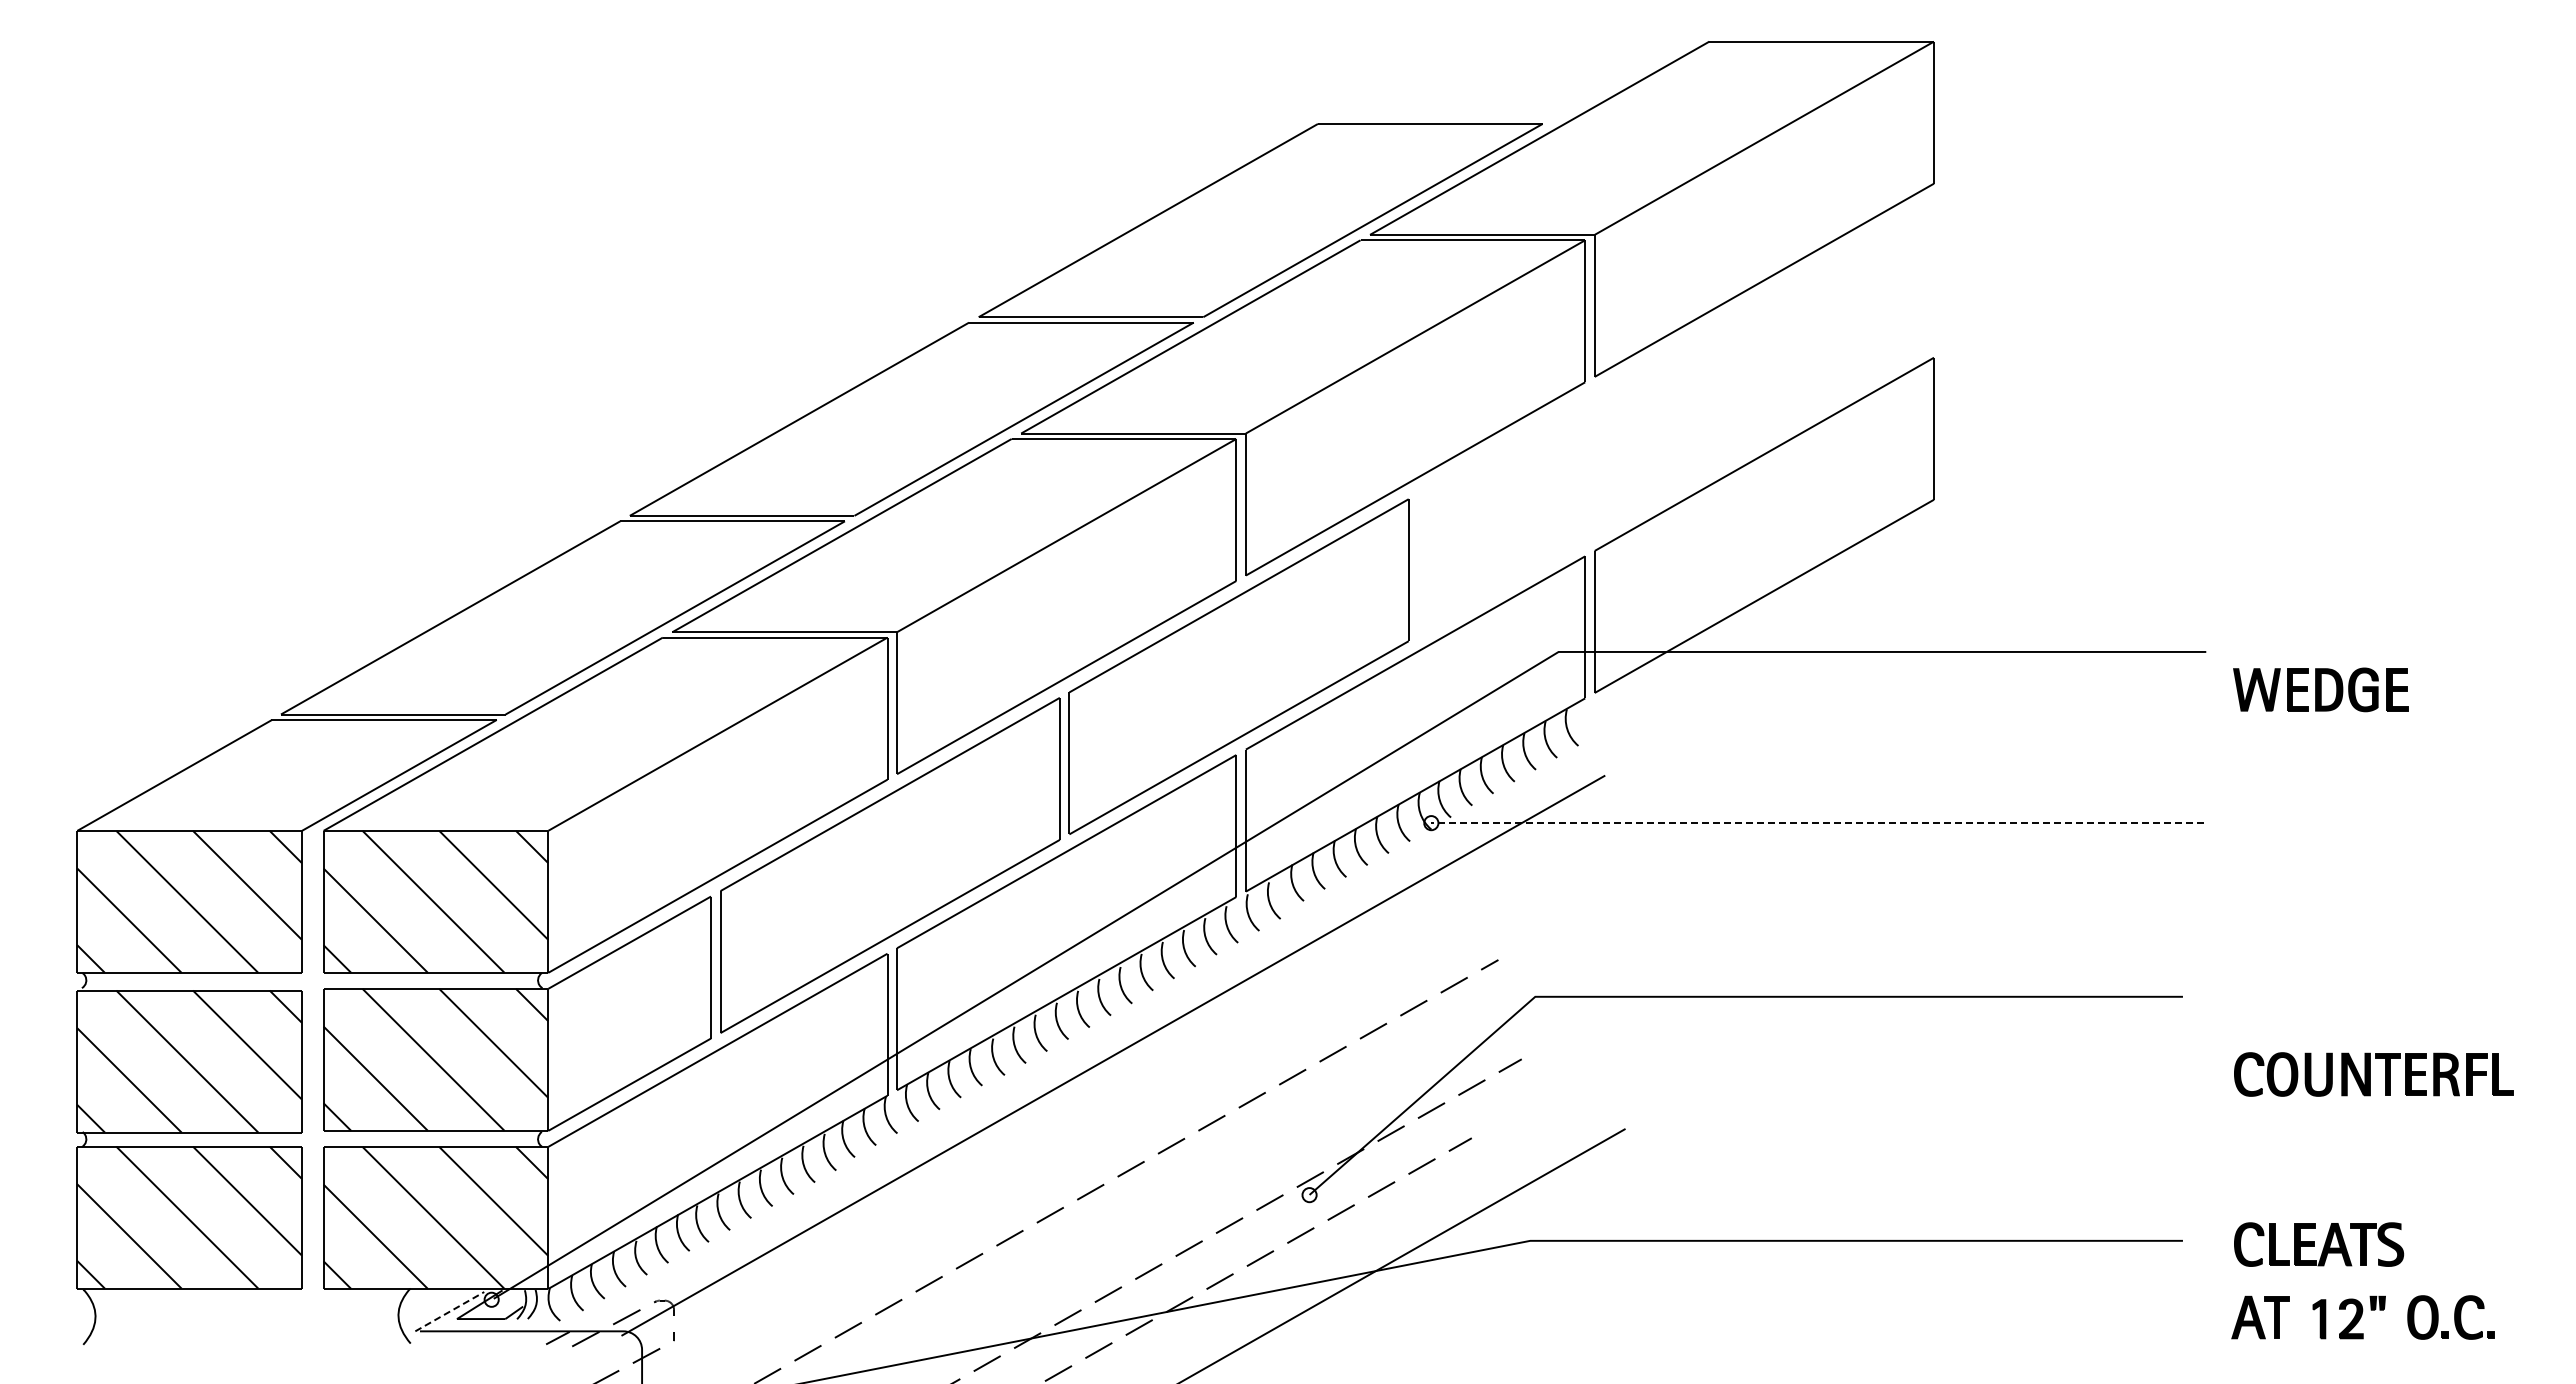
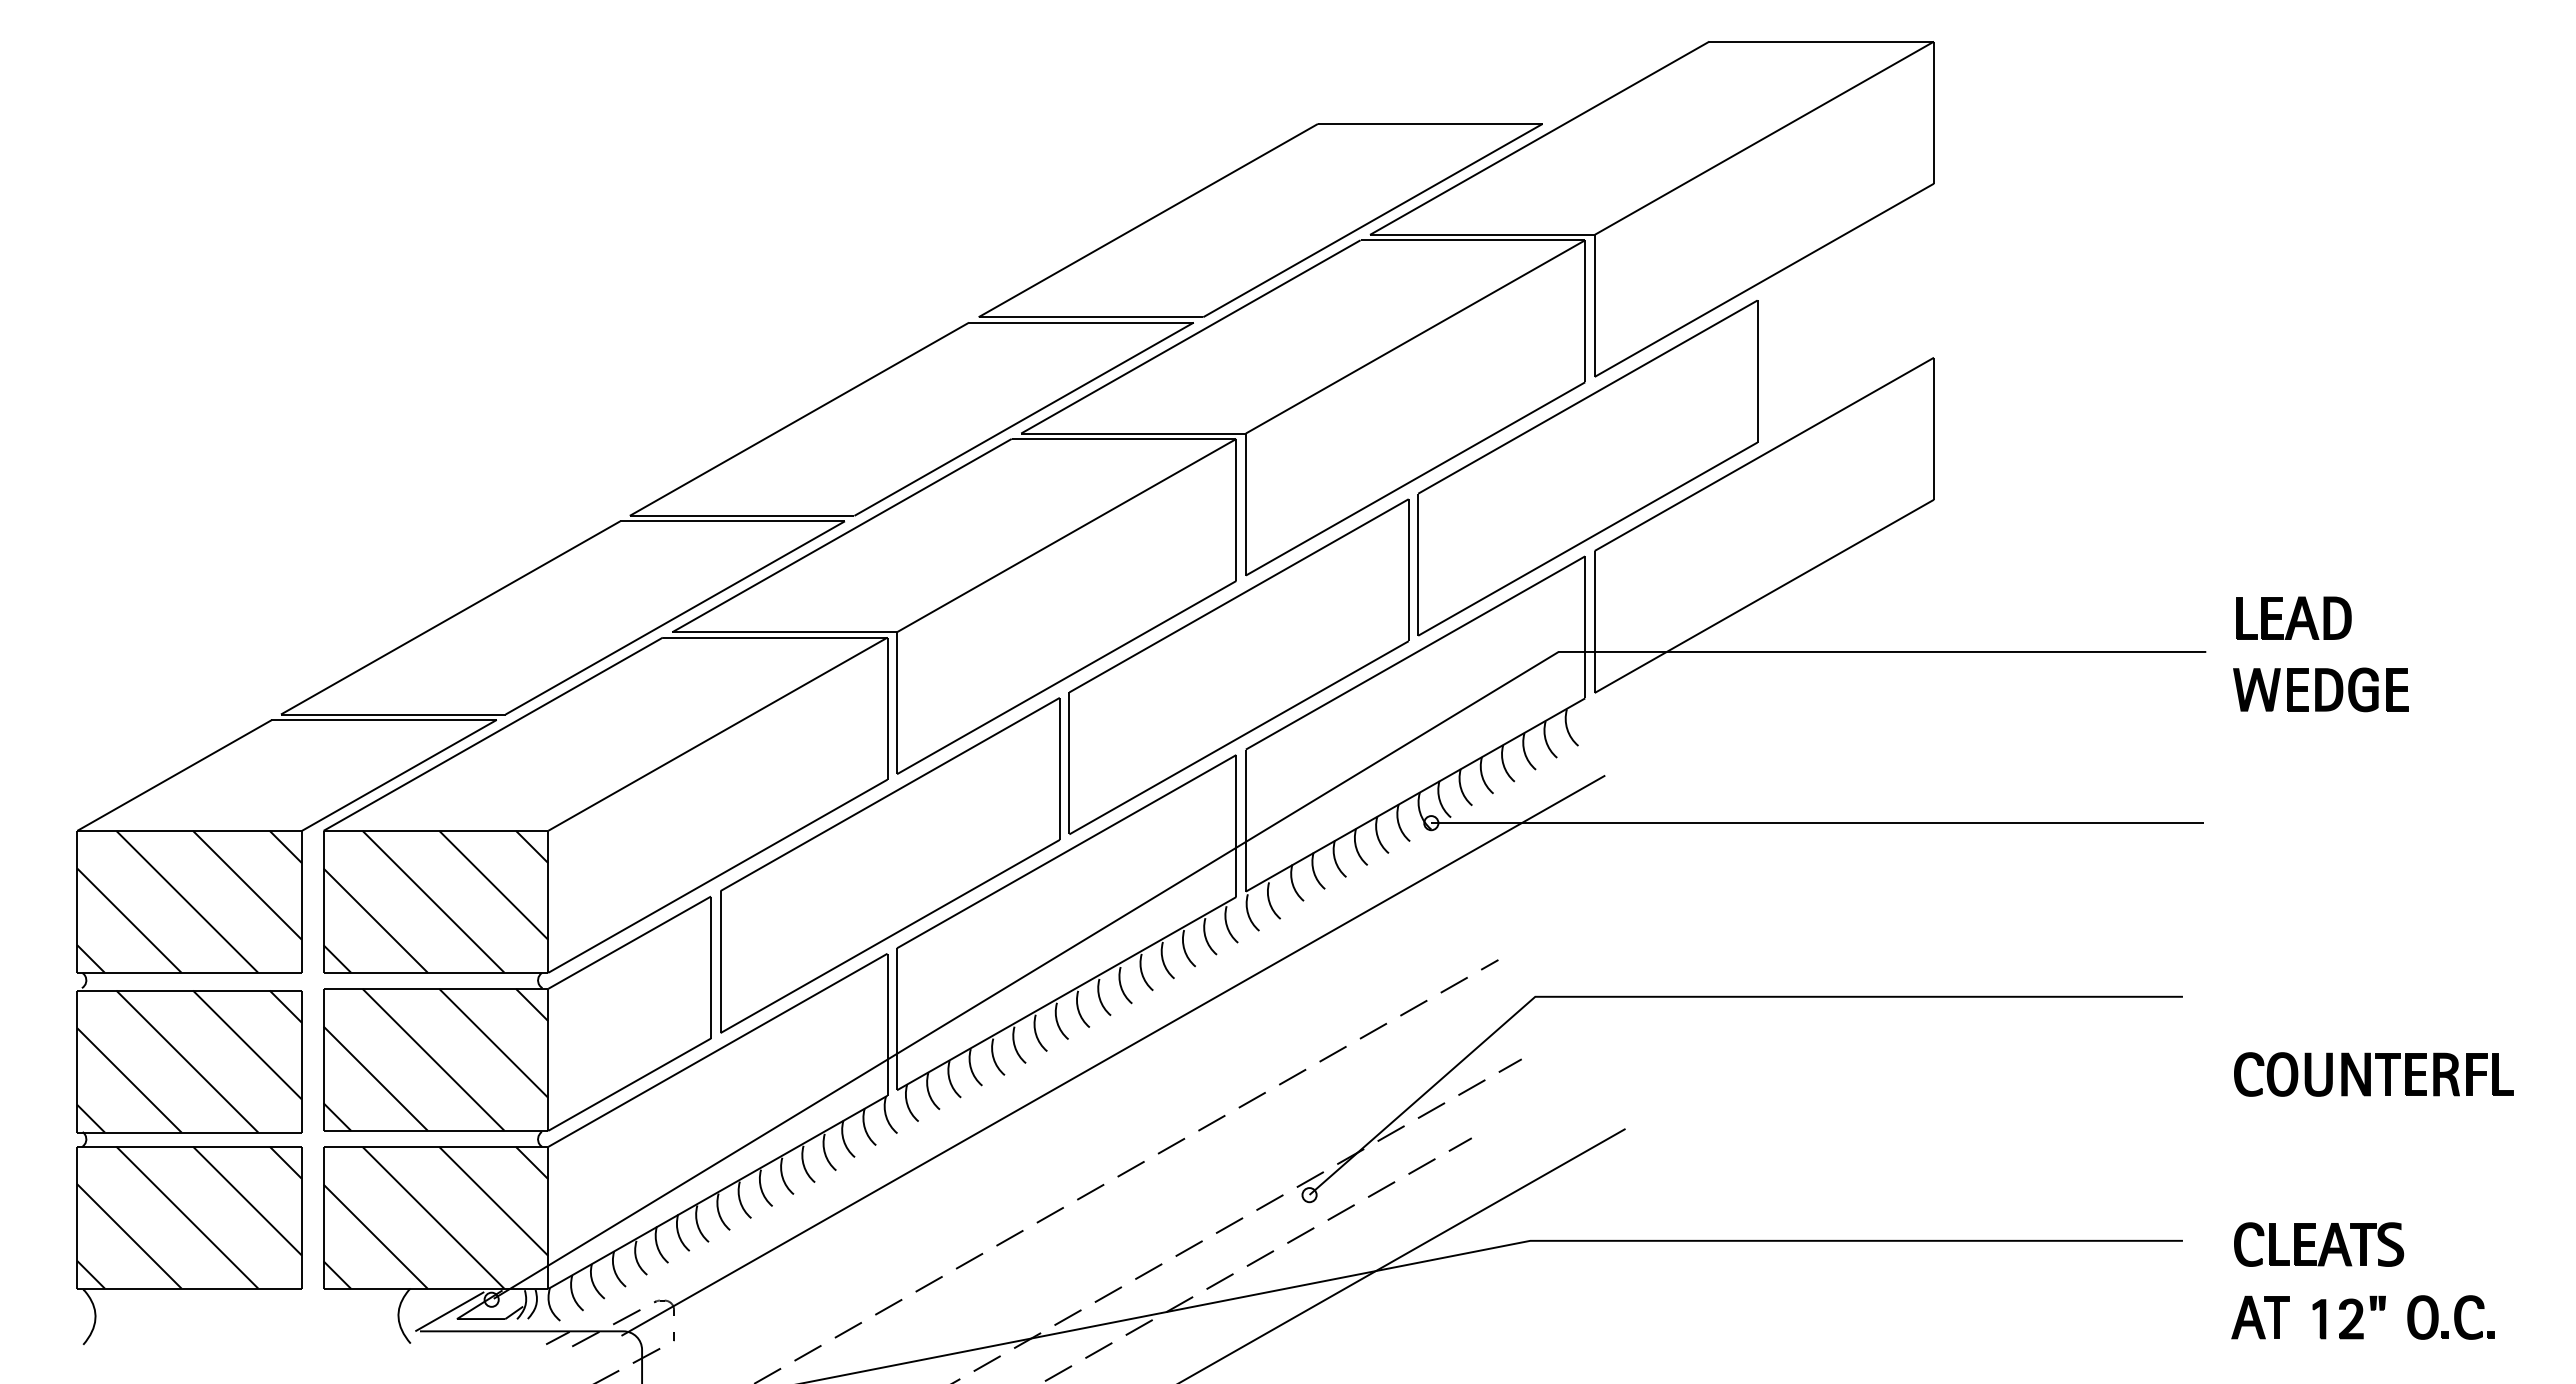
part at (1587, 468): none -> present
part at (2293, 617): none -> present
line at (1817, 823): dashed -> solid
line at (449, 1311): dashed -> solid
